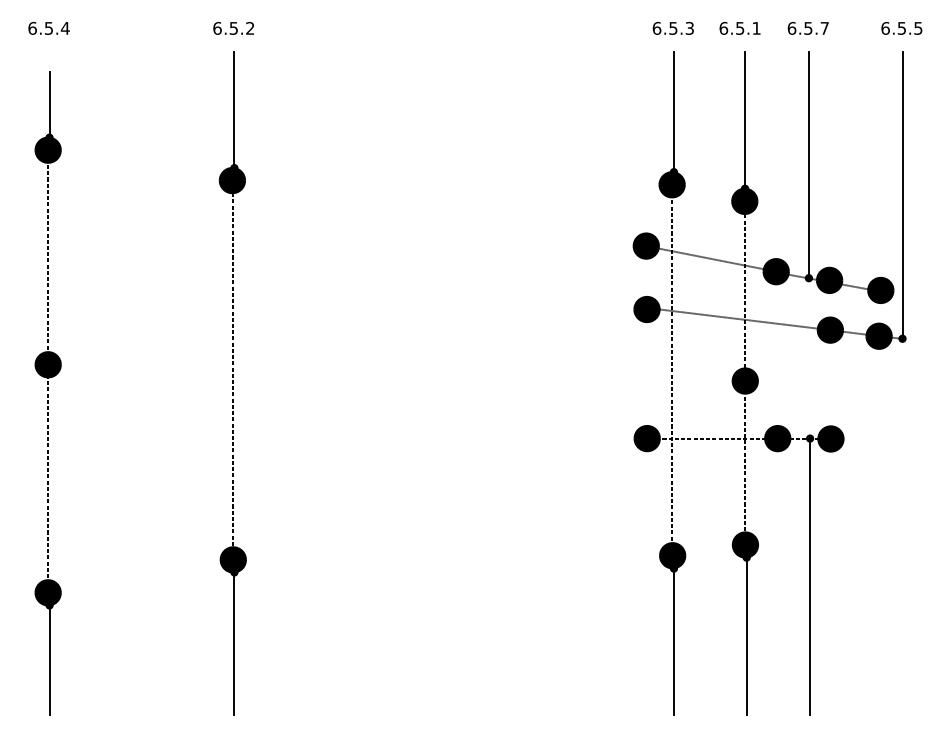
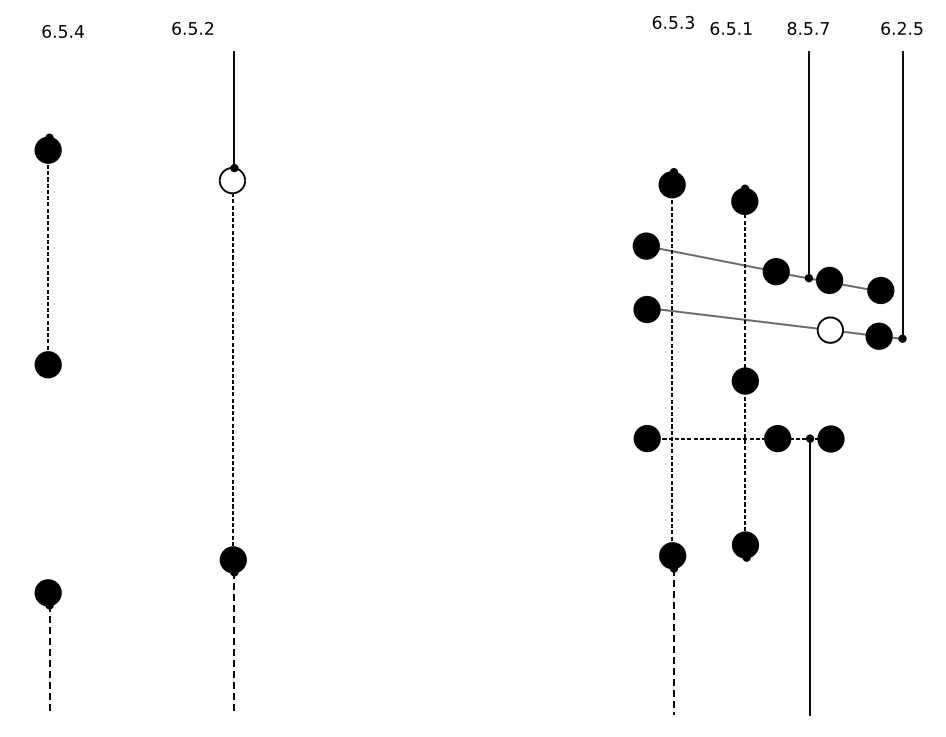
text at (901, 27): 6.5.5 -> 6.2.5
text at (48, 28) position: (48, 28) -> (62, 31)
text at (233, 28) position: (233, 28) -> (192, 28)
text at (672, 28) position: (672, 28) -> (672, 22)
text at (739, 28) position: (739, 28) -> (730, 28)
text at (791, 28): 6.5.7 -> 8.5.7
line at (49, 104): present -> none
line at (673, 111): present -> none
line at (745, 119): present -> none
fill at (232, 180): present -> none
fill at (830, 329): present -> none
line at (48, 478): present -> none
line at (746, 636): present -> none
line at (673, 642): solid -> dashed
line at (234, 644): solid -> dashed
line at (49, 660): solid -> dashed
